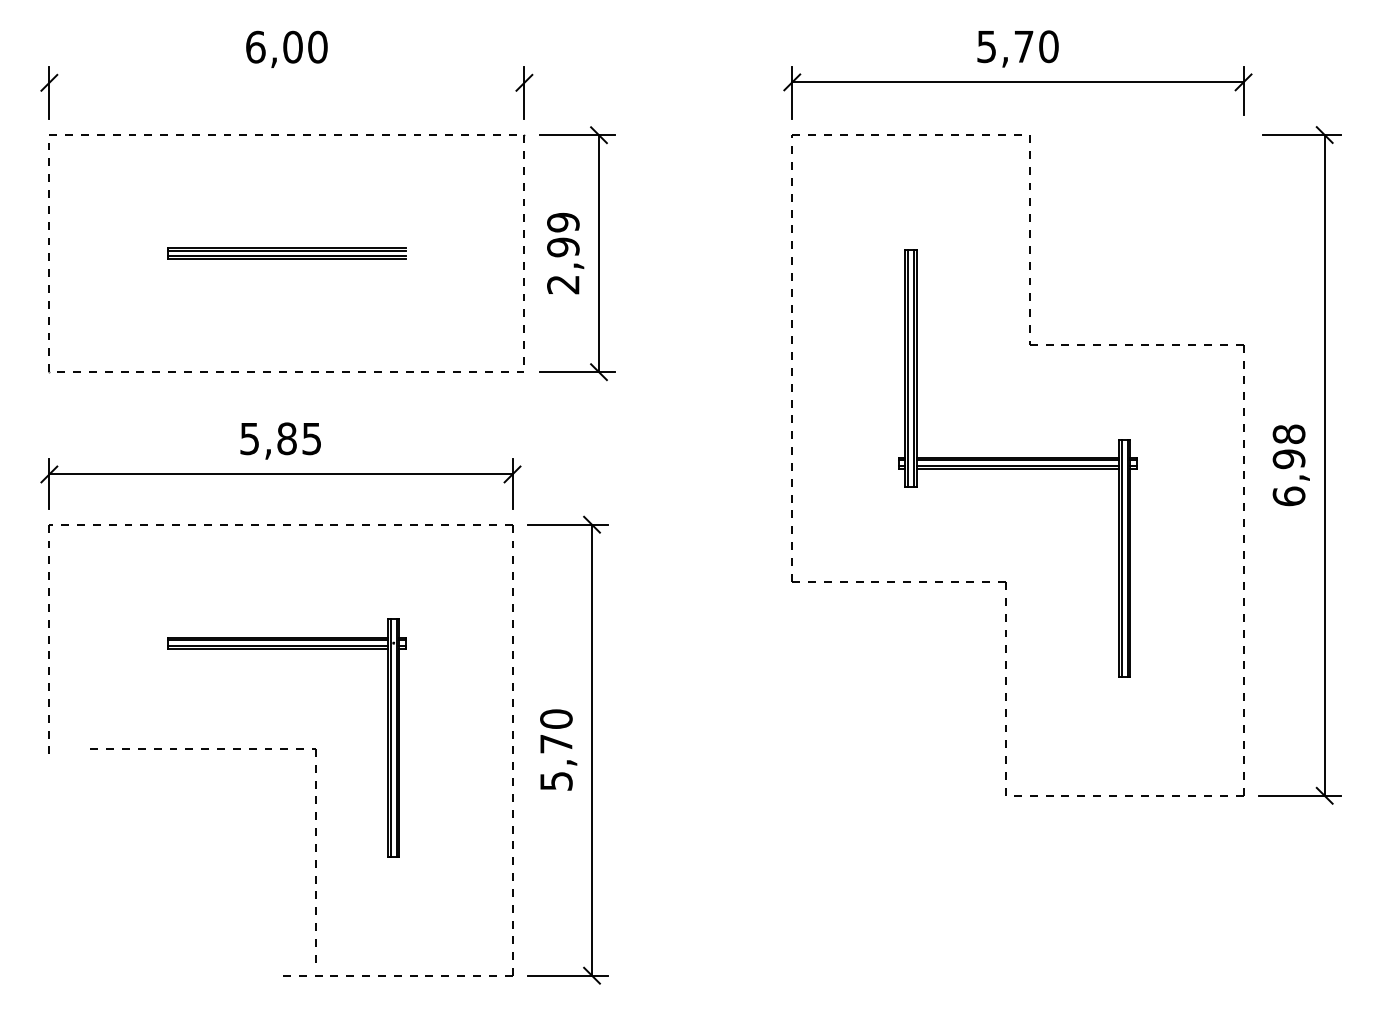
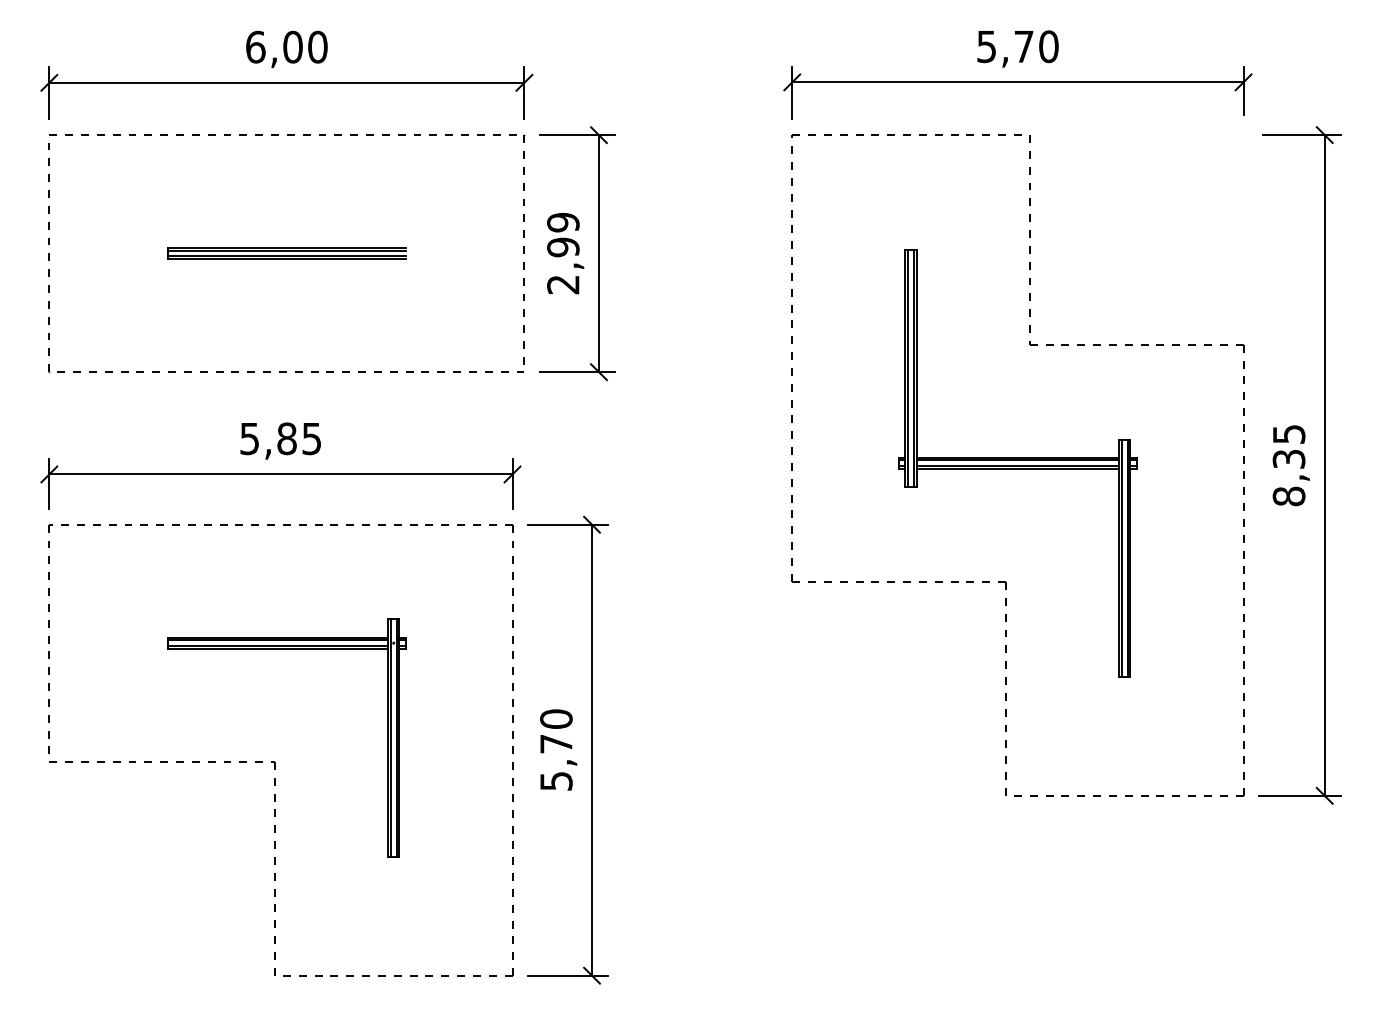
line at (286, 82): none -> present
text at (1288, 465): 6,98 -> 8,35
part at (203, 749) position: (203, 749) -> (162, 762)
